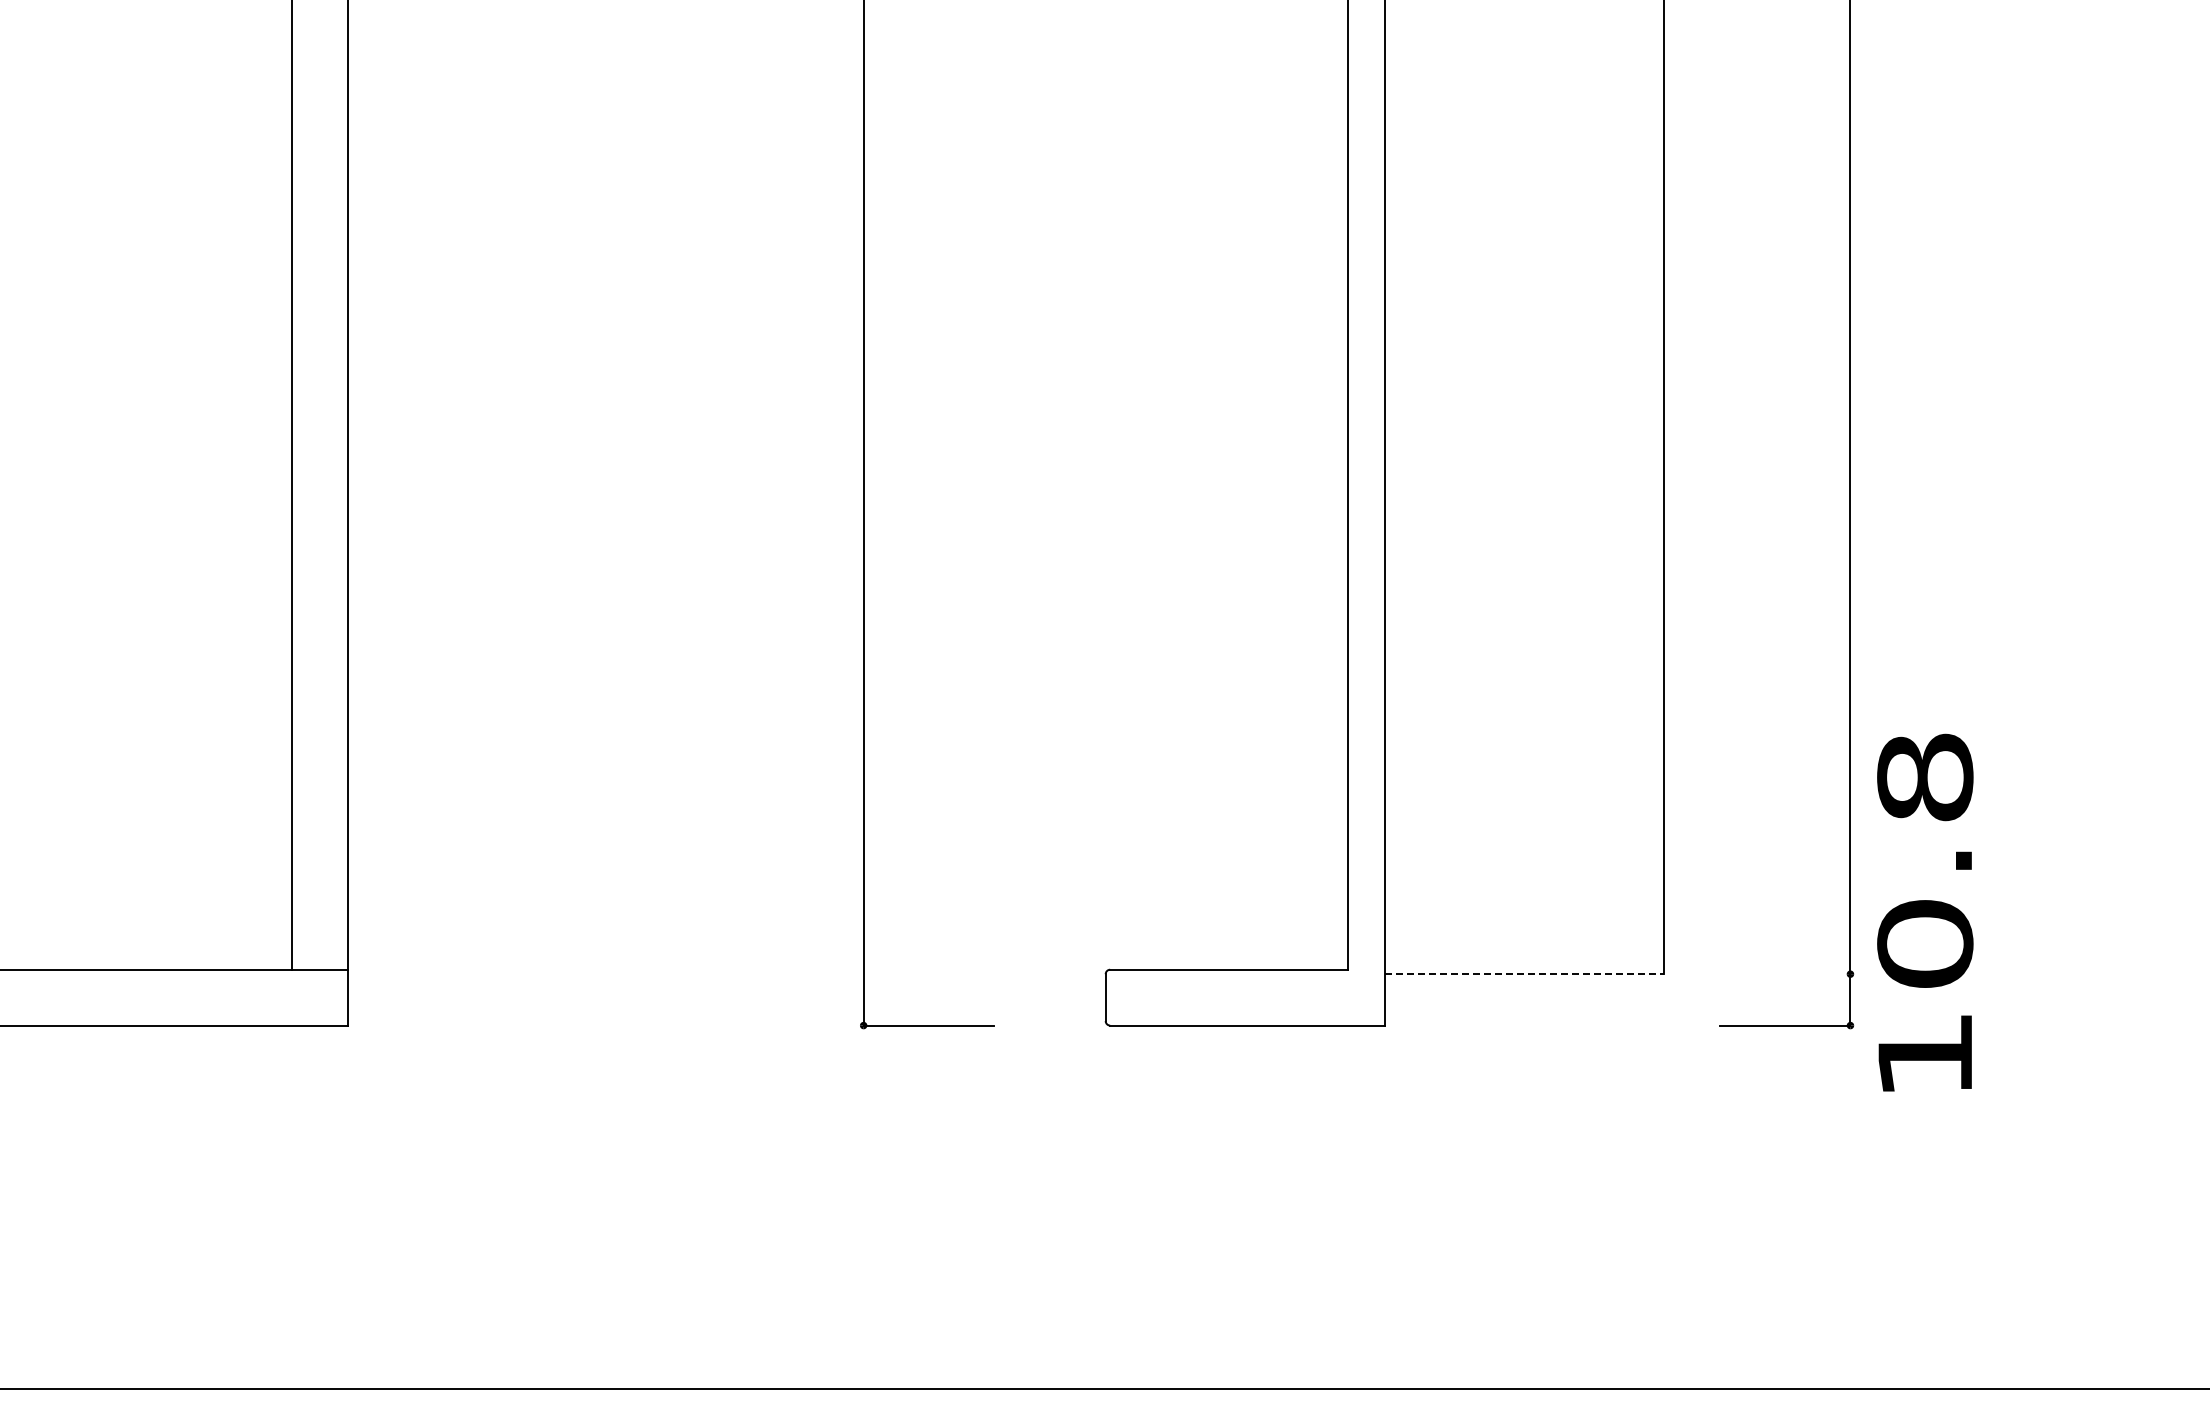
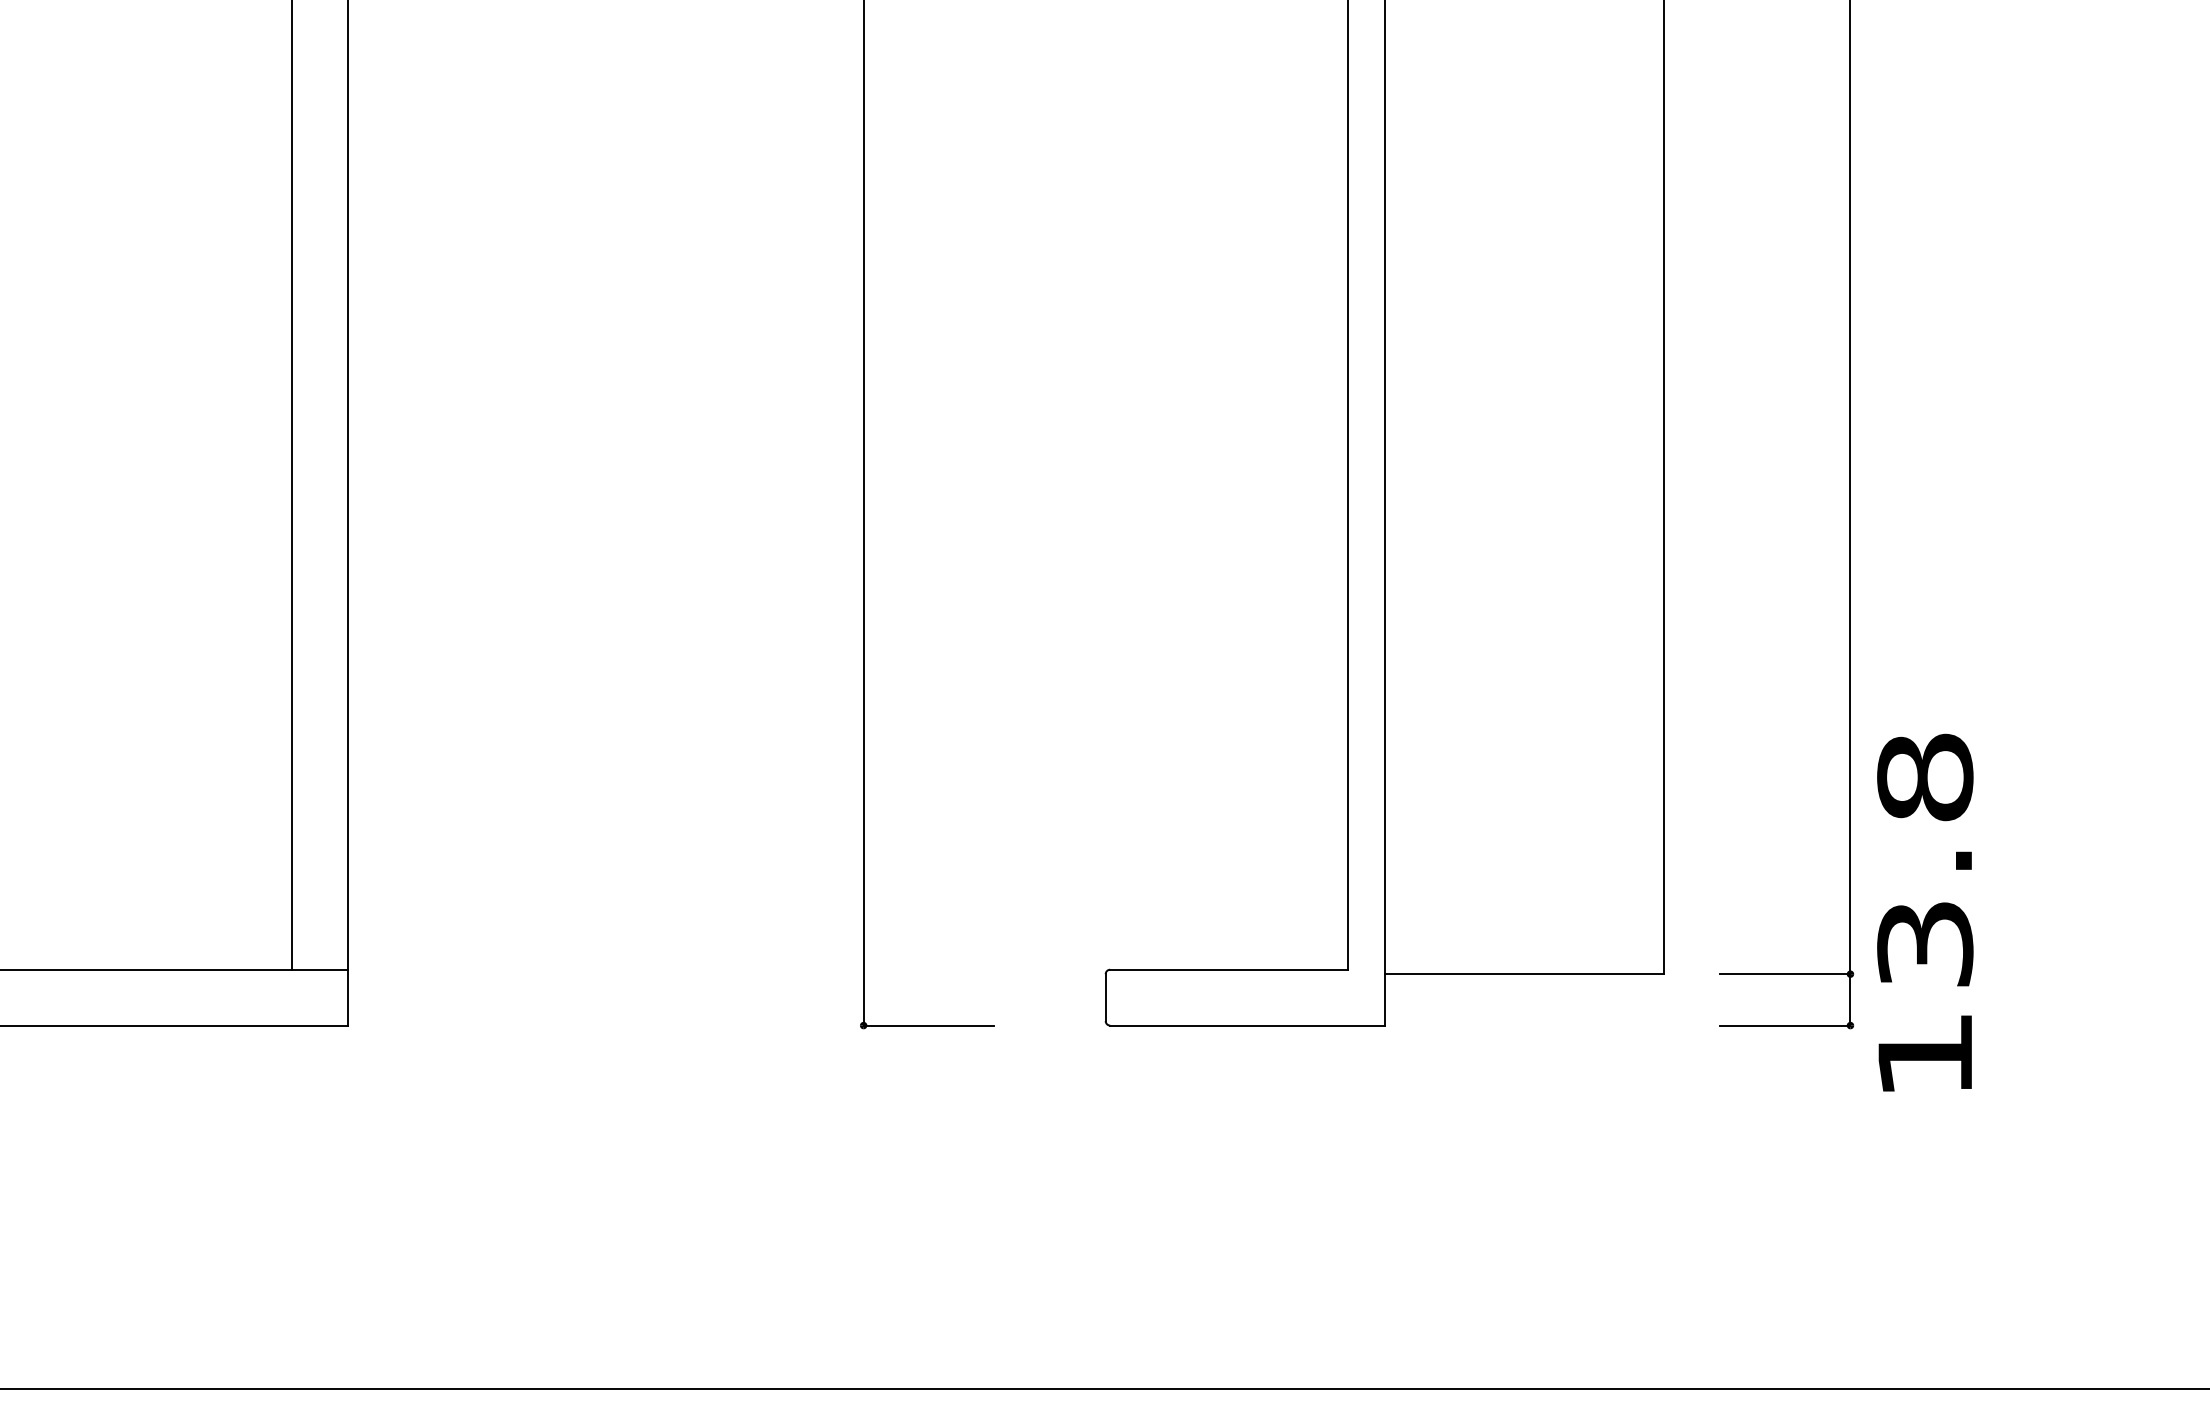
text at (1925, 943): 10.8 -> 13.8
line at (1524, 974): dashed -> solid
line at (1785, 974): none -> present
